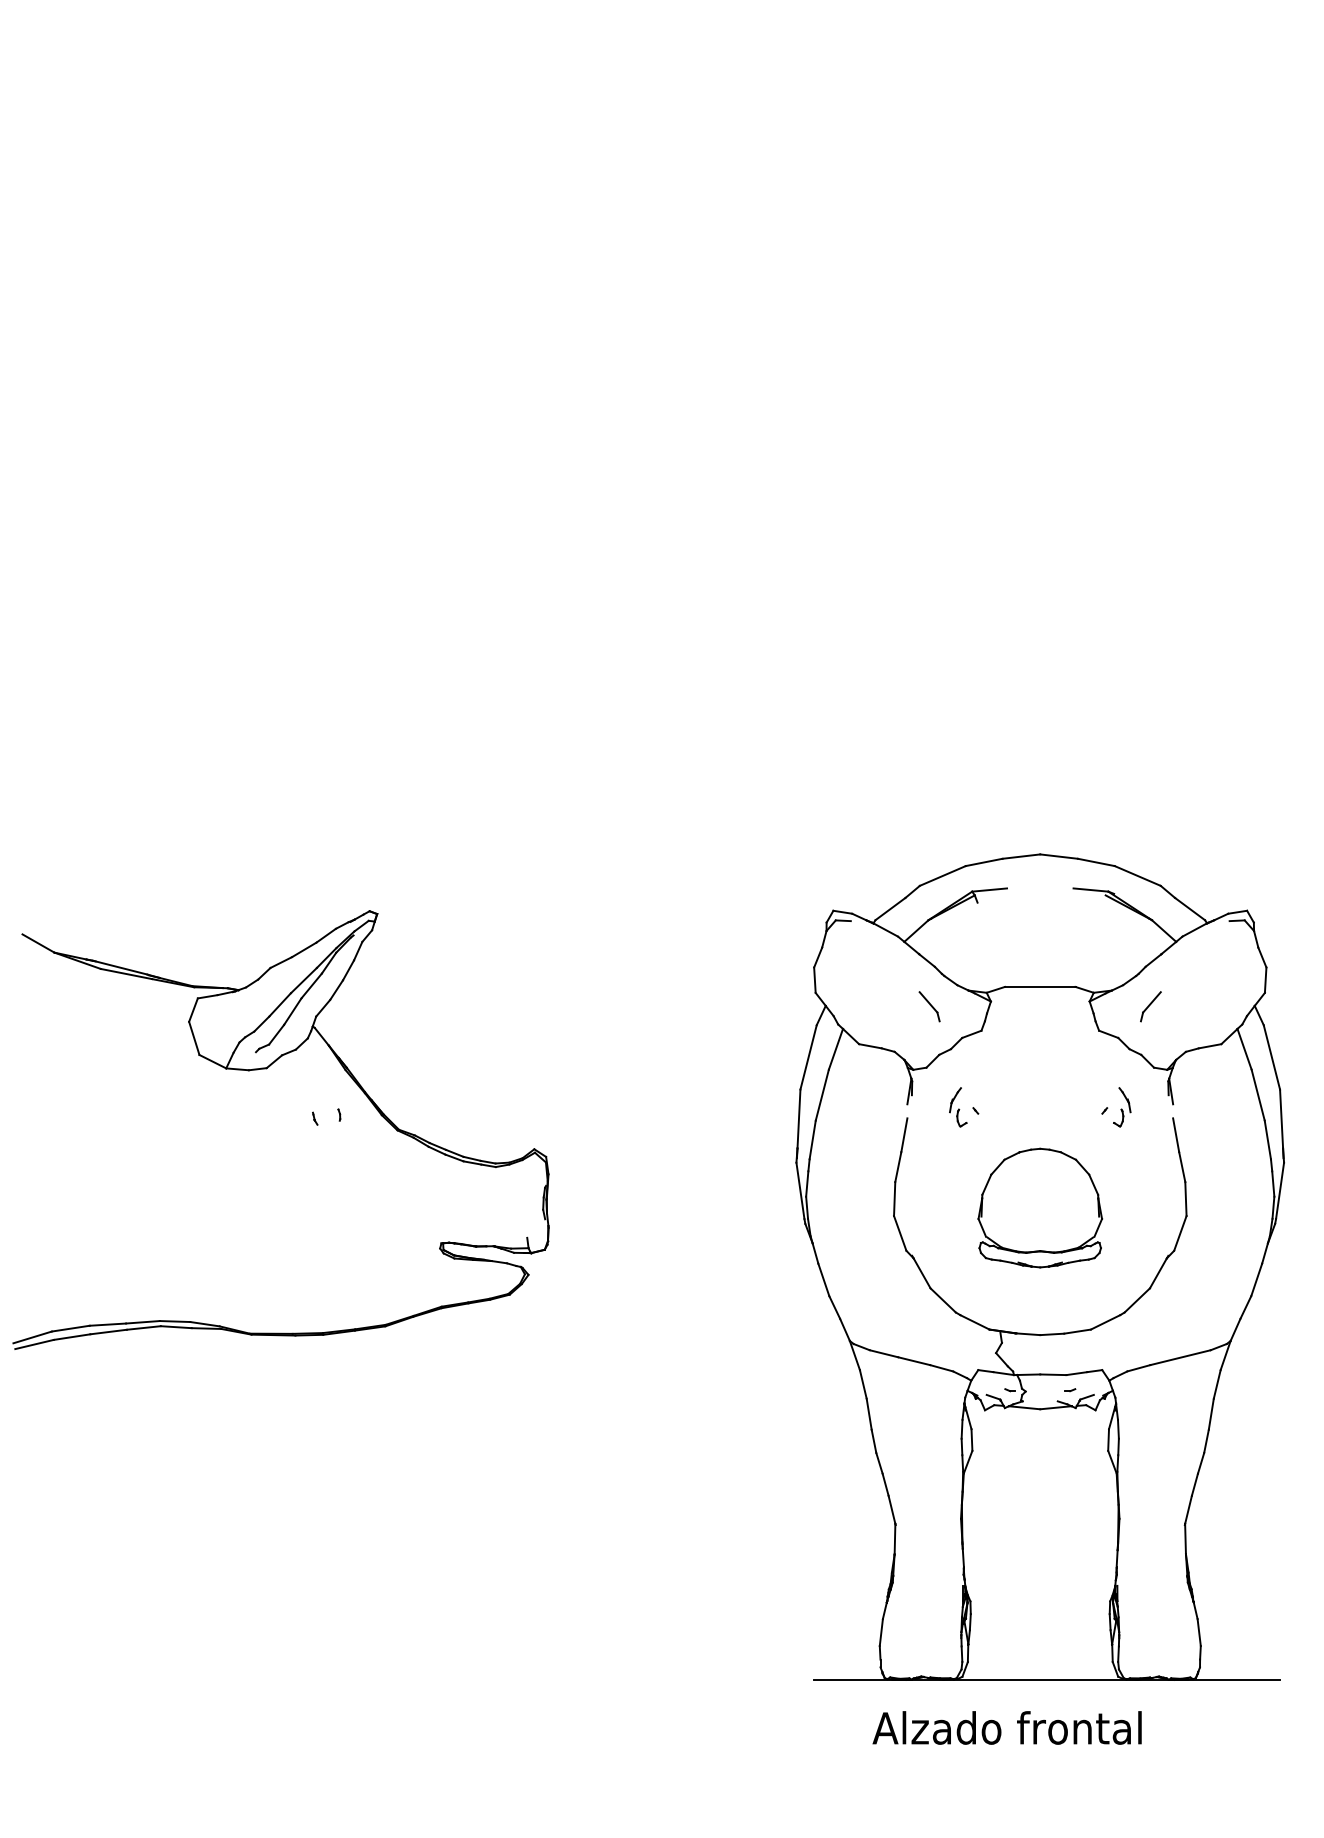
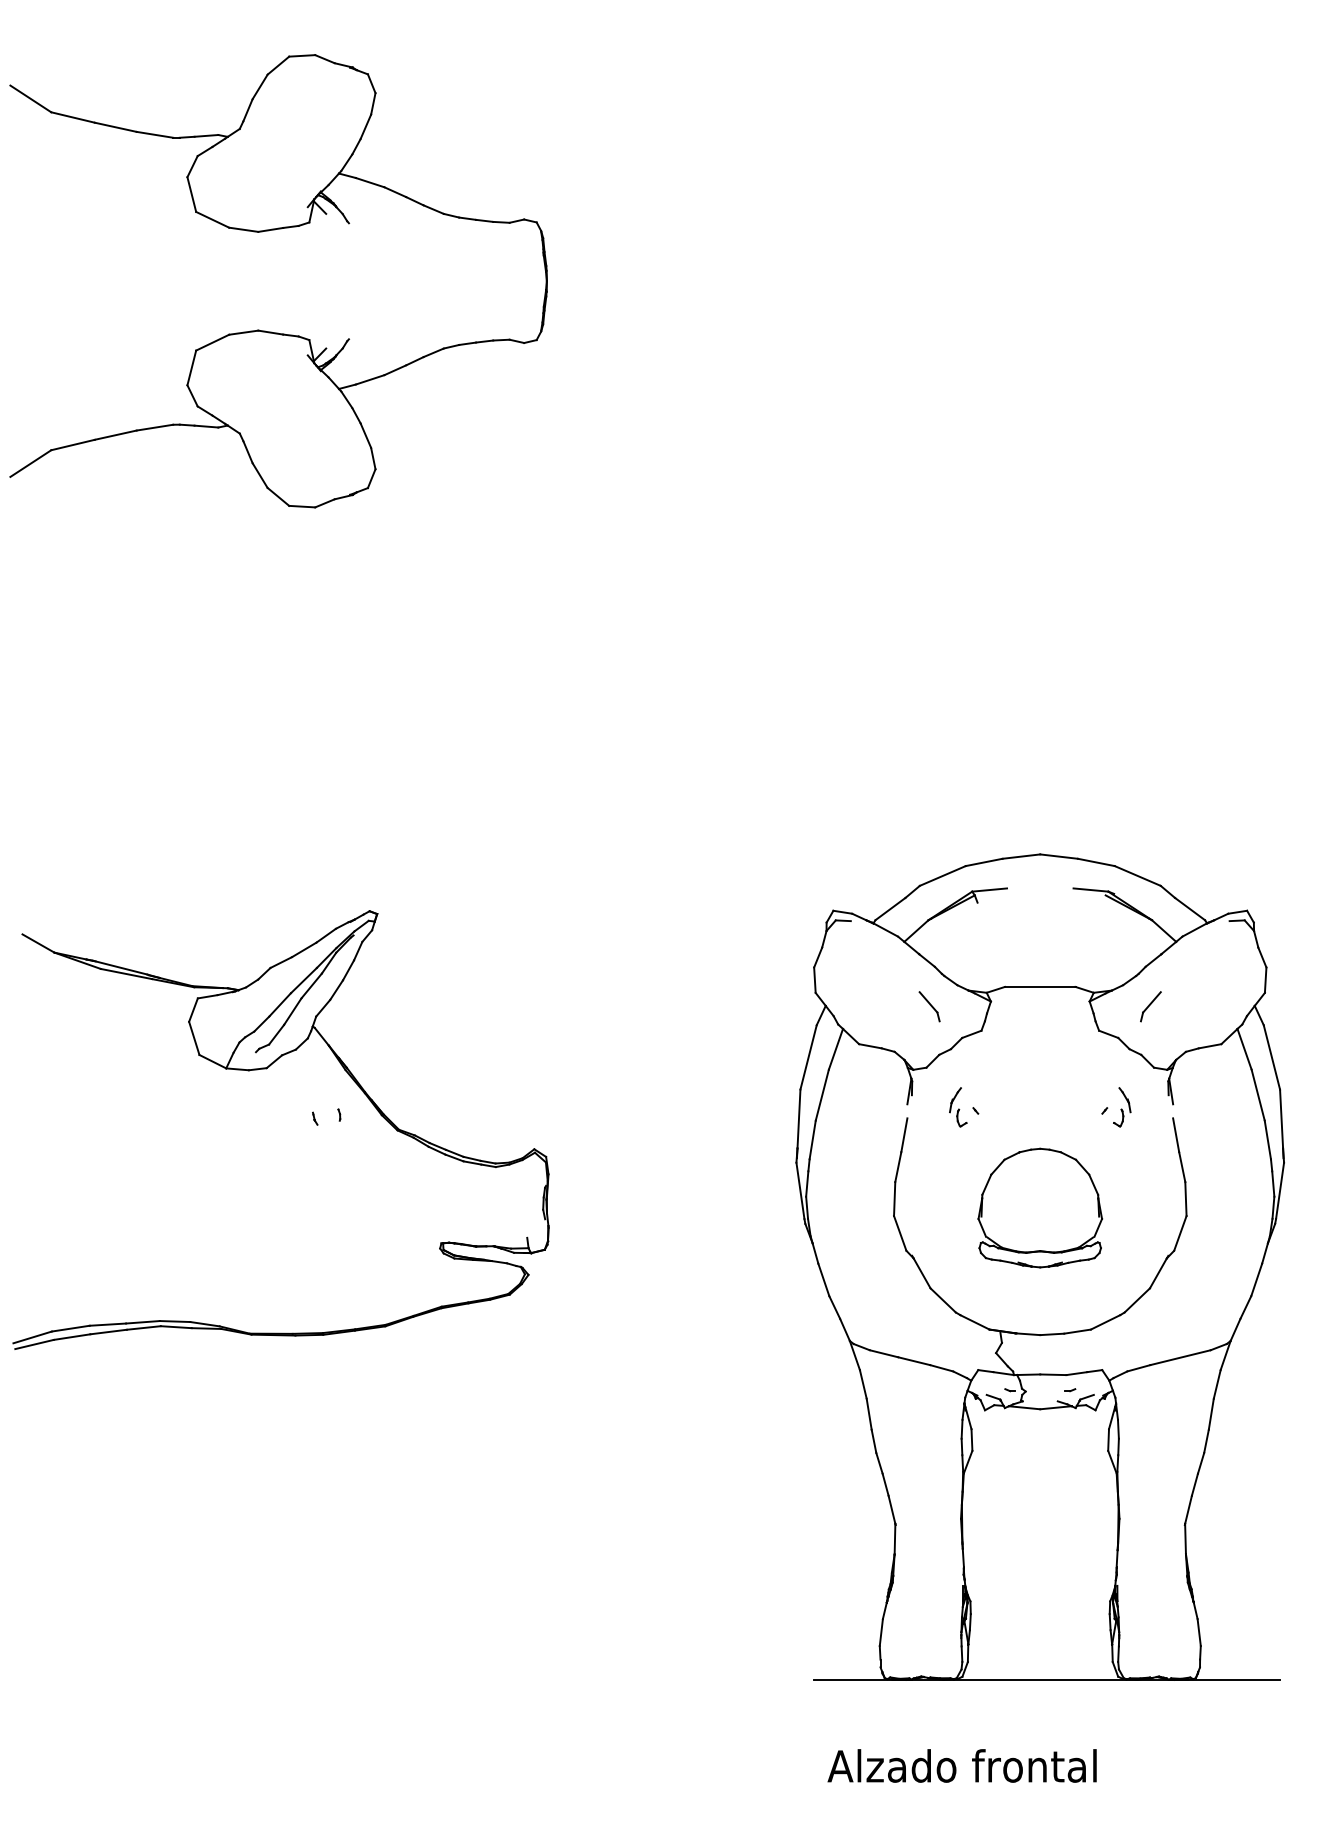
part at (271, 331): none -> present
text at (1006, 1727) position: (1006, 1727) -> (961, 1765)
